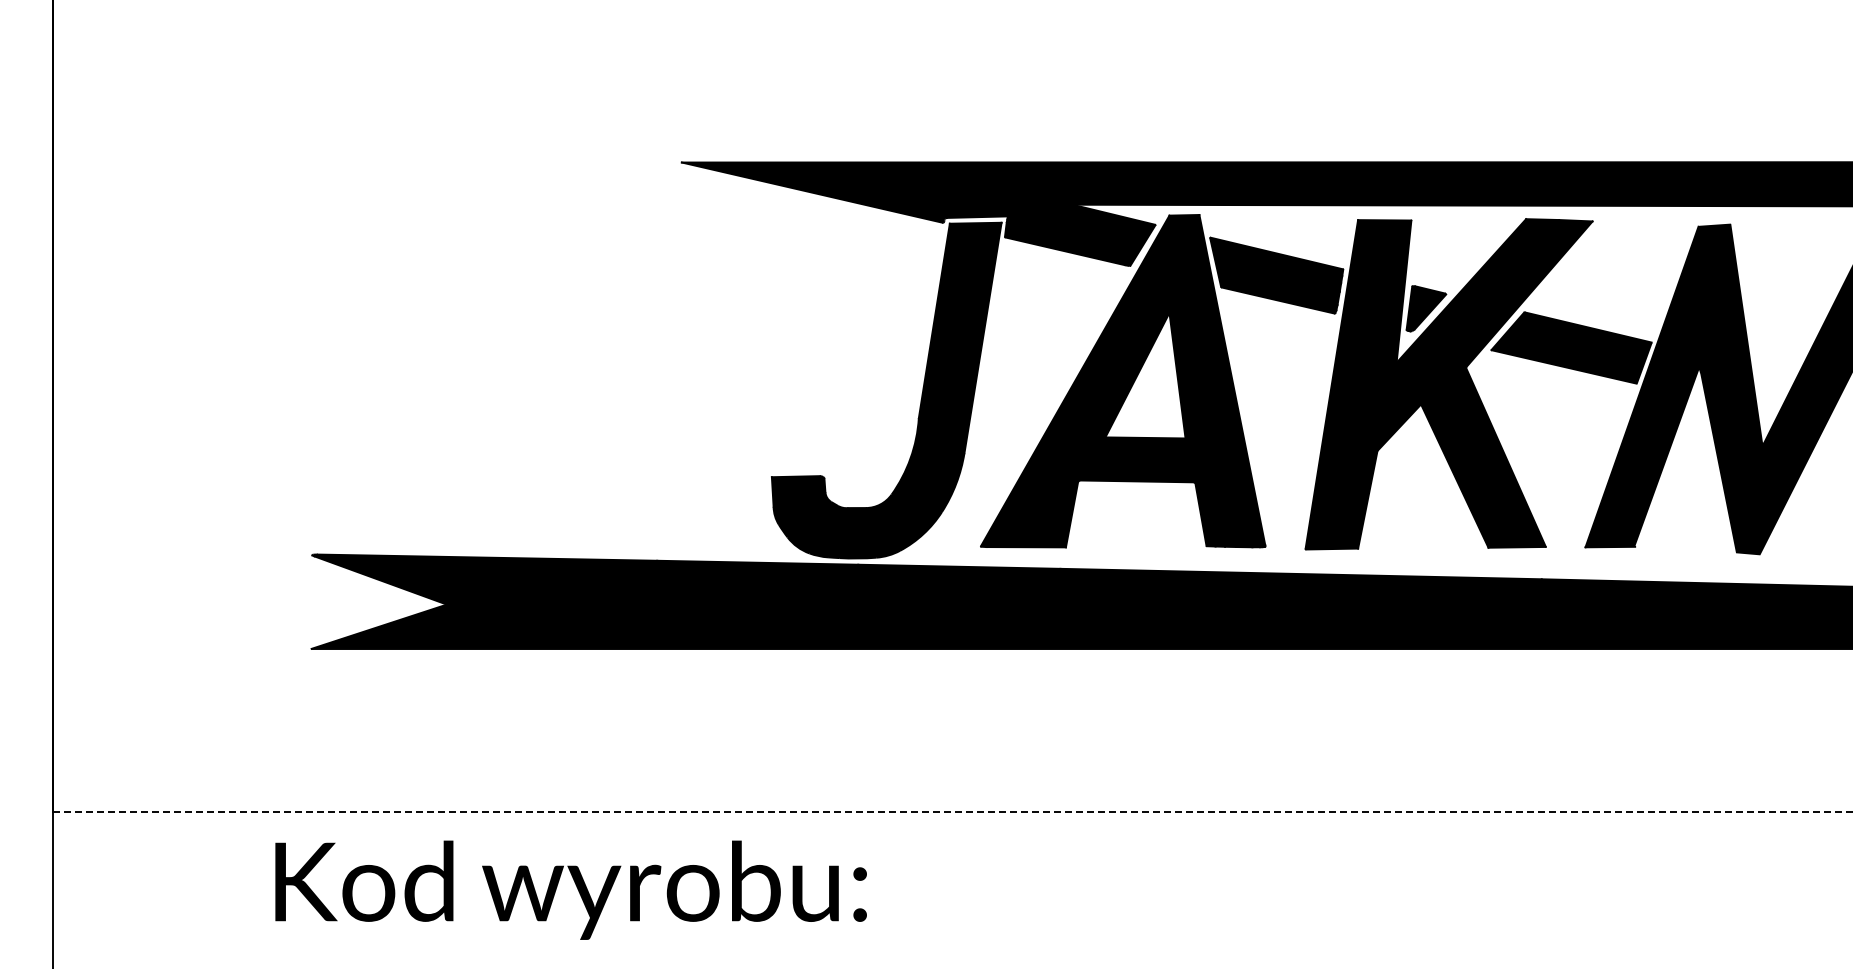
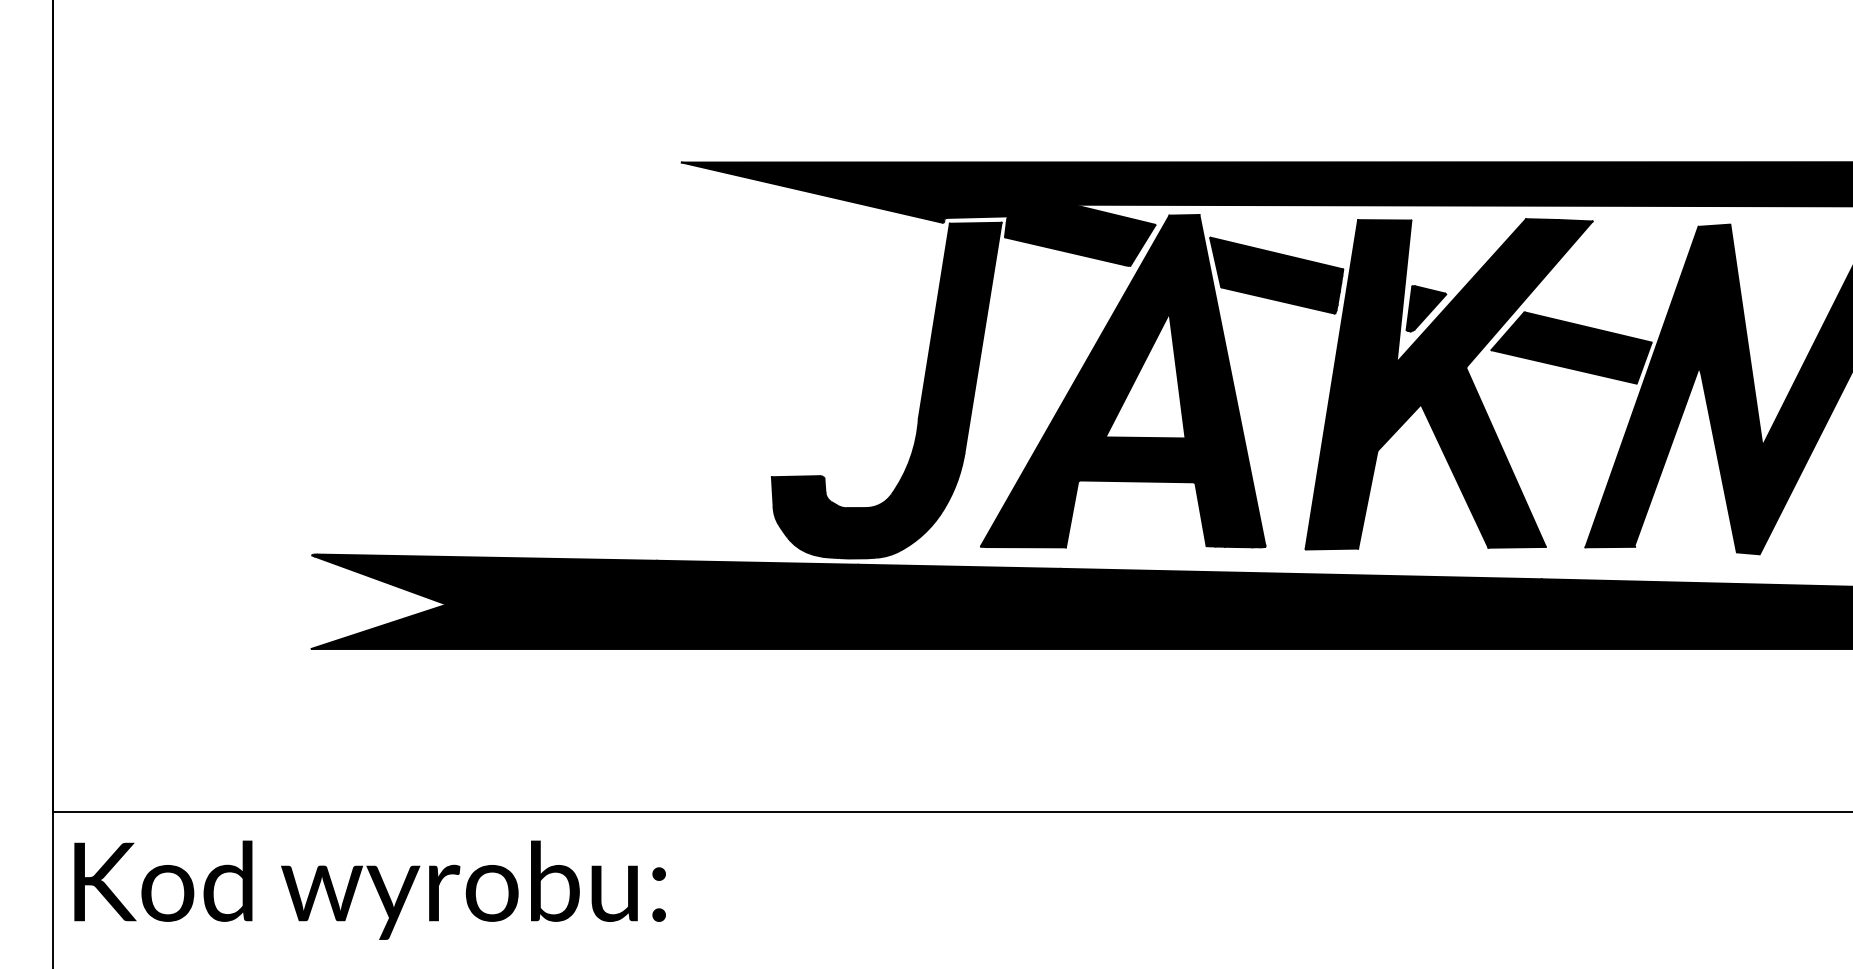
line at (953, 811): dashed -> solid
text at (570, 889) position: (570, 889) -> (369, 889)
